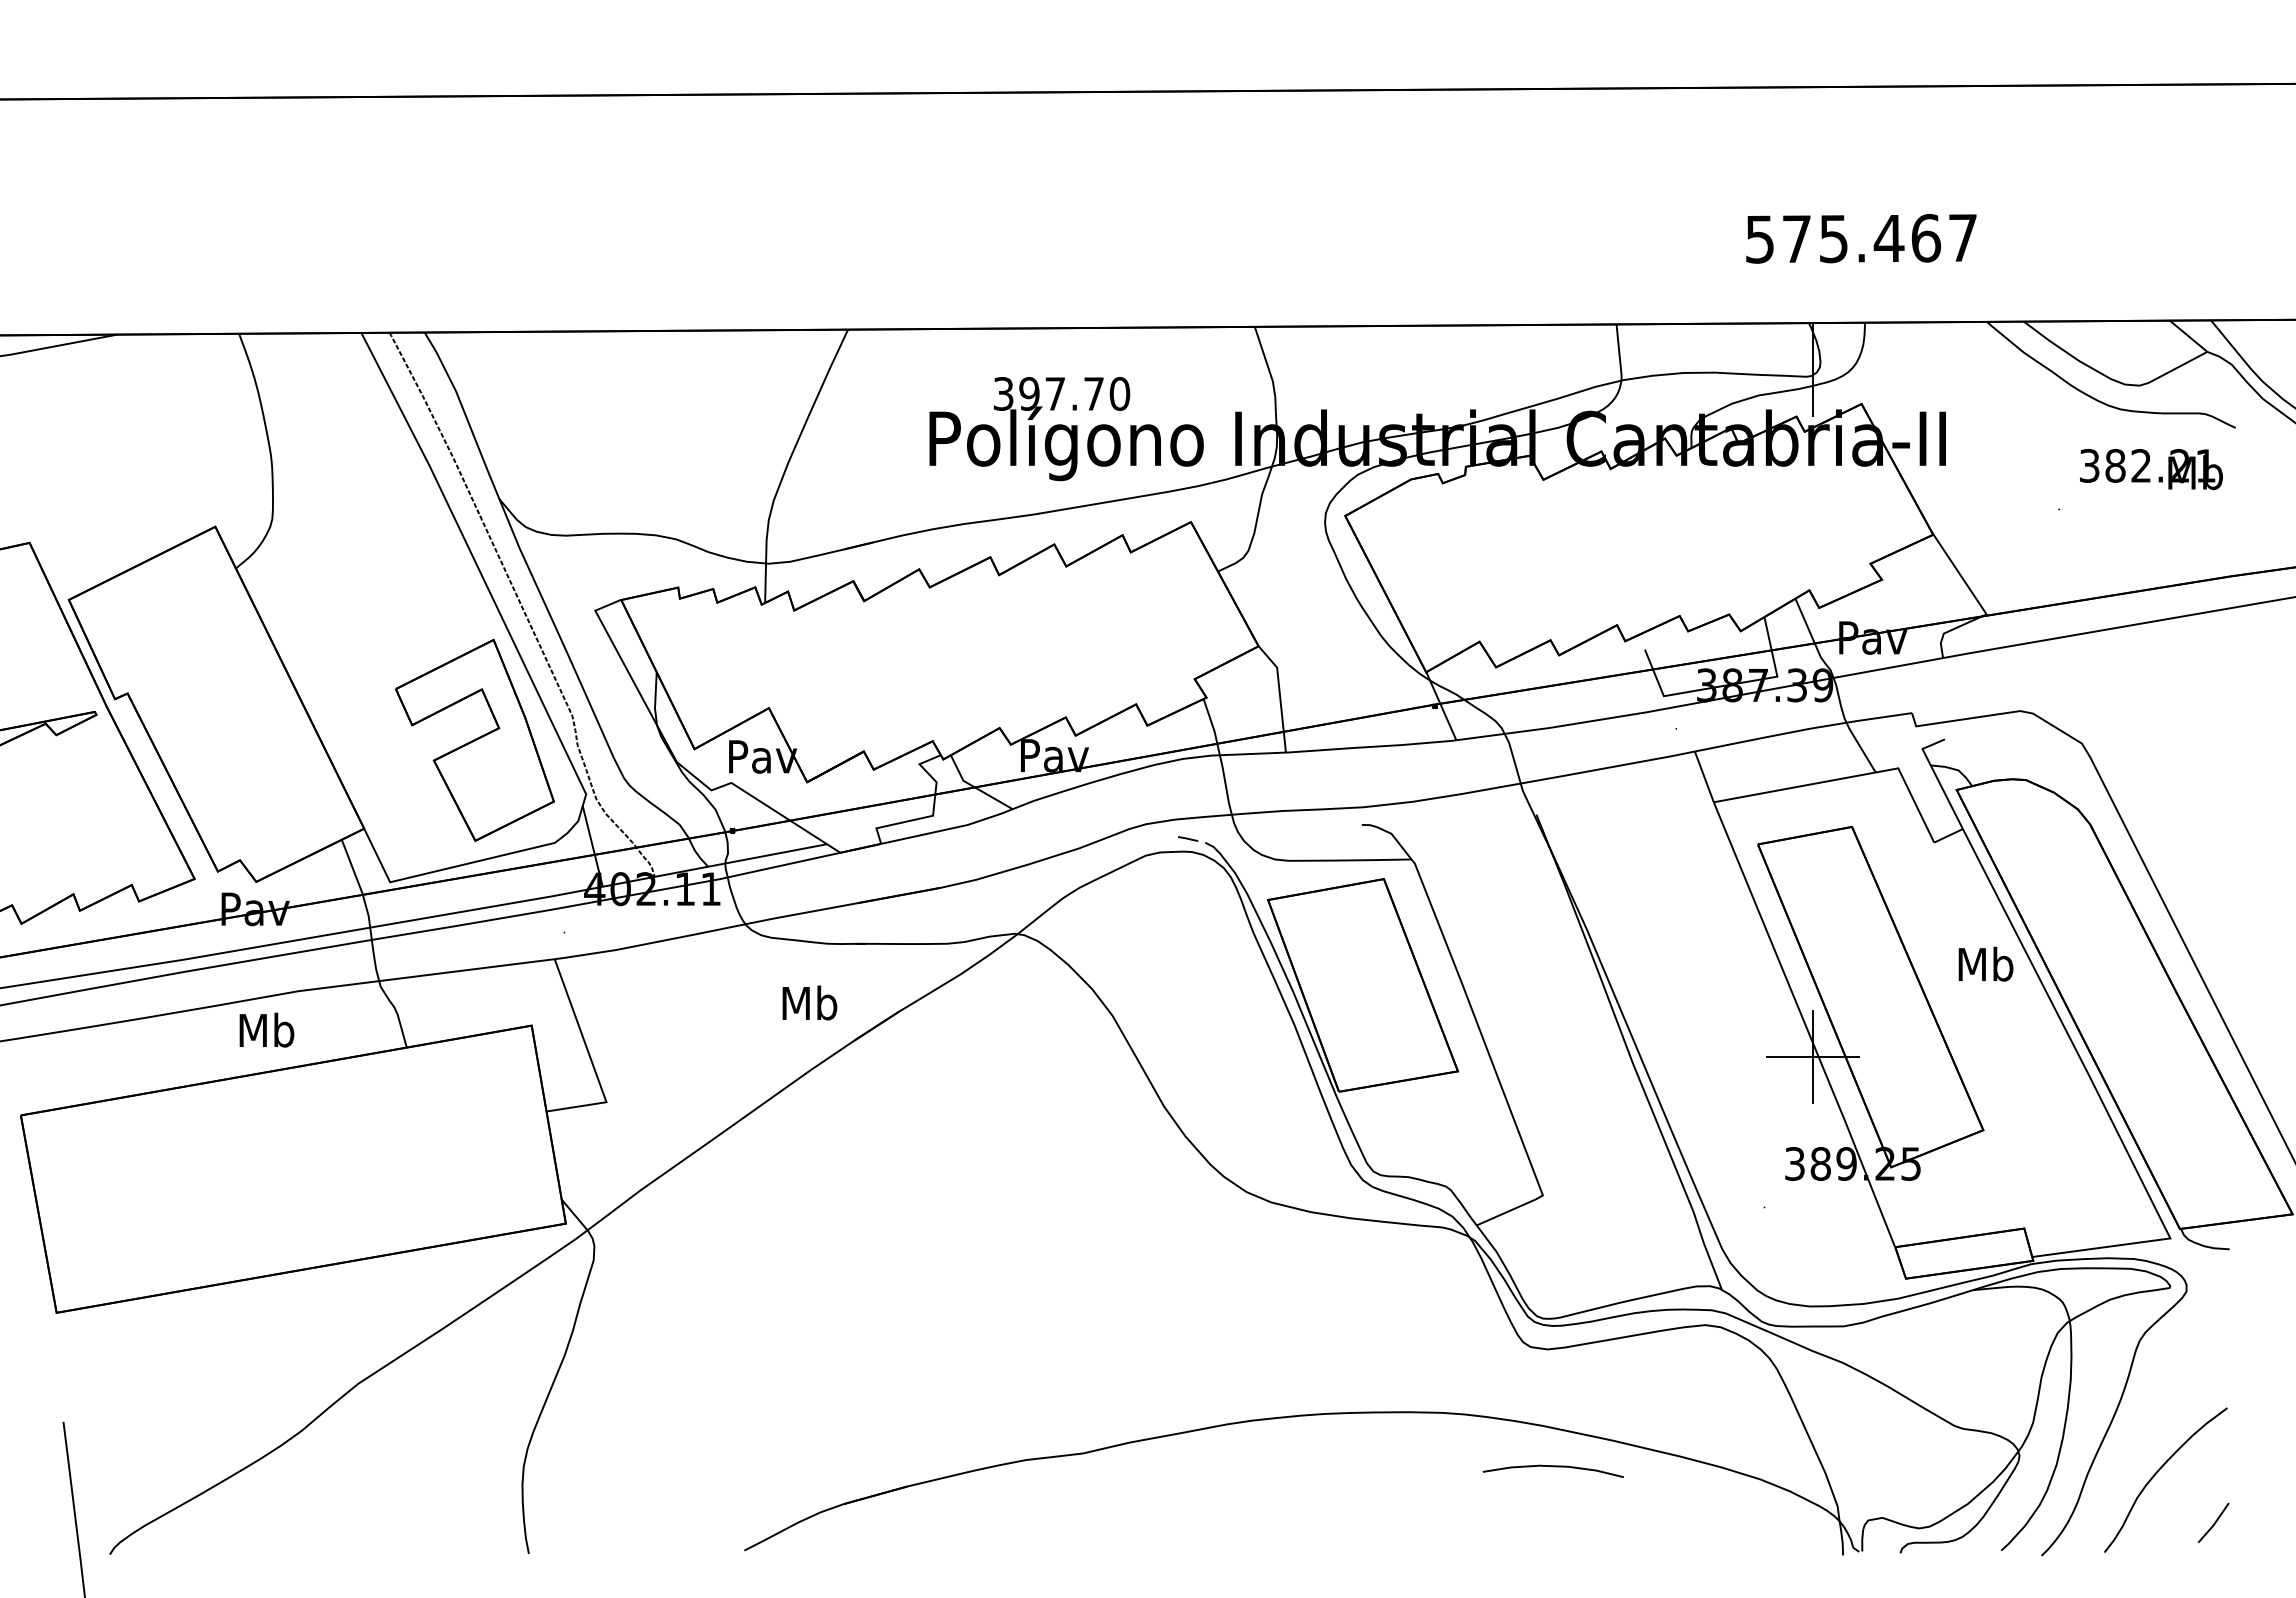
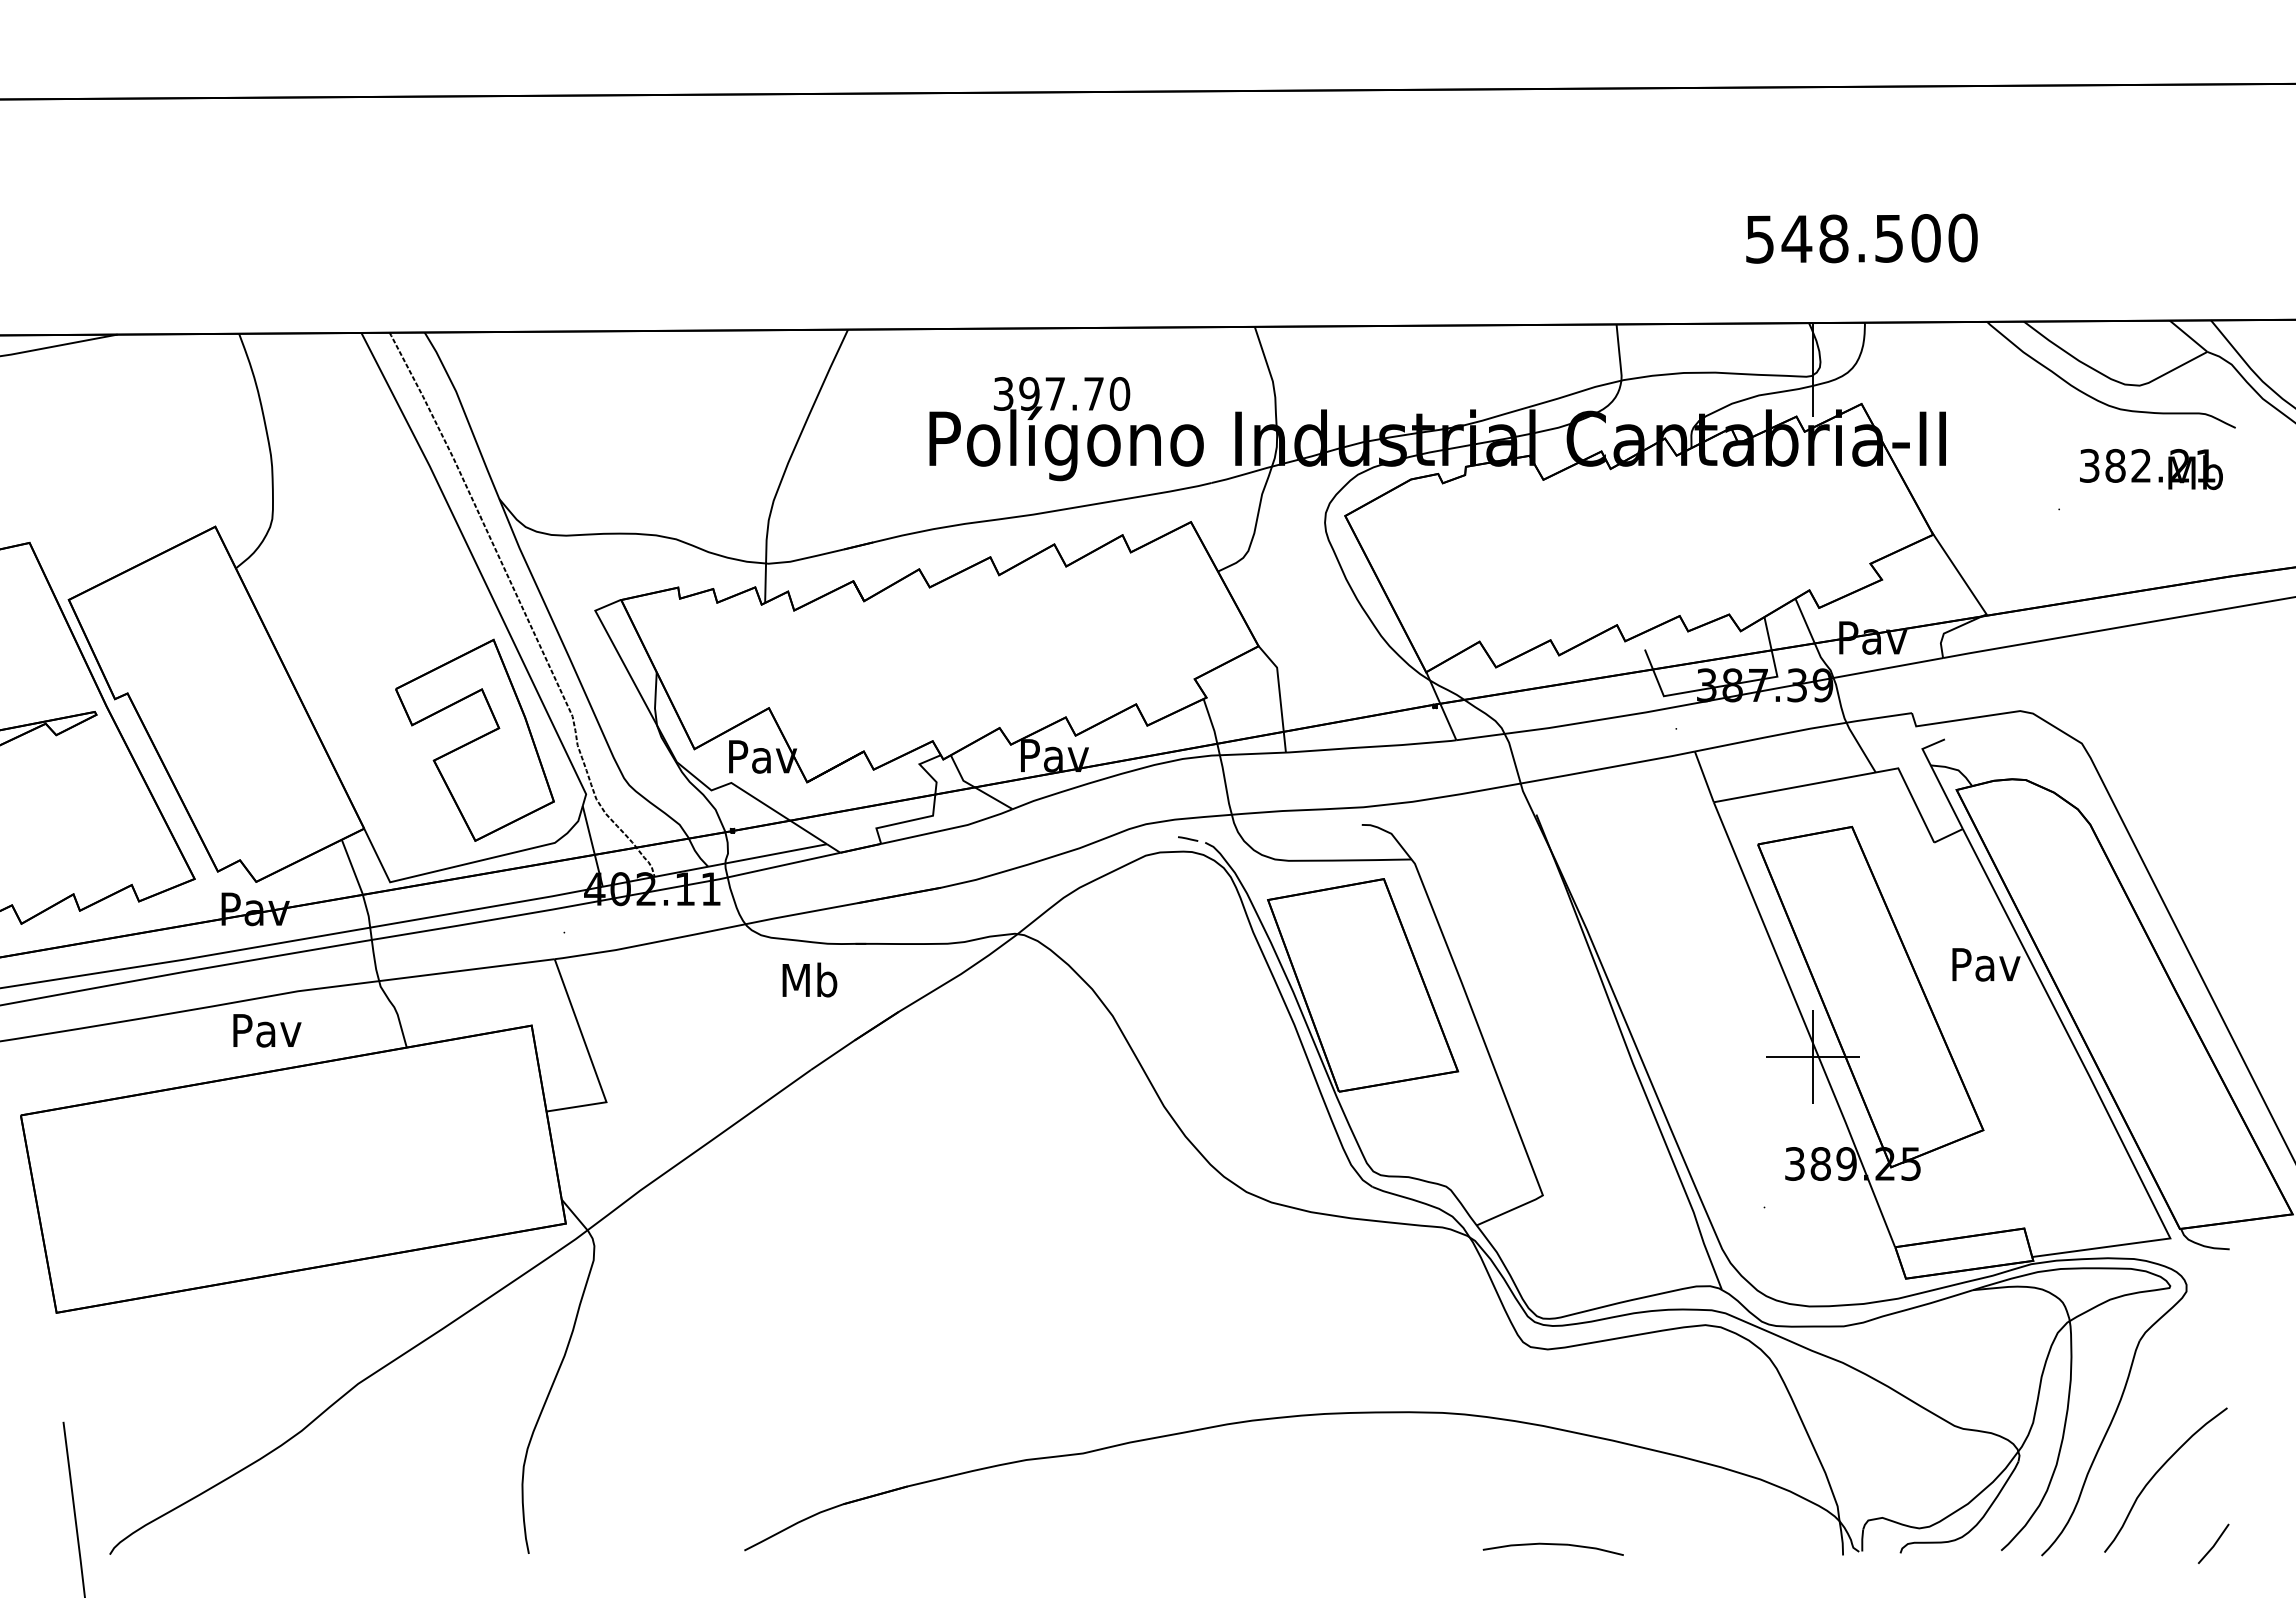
text at (1879, 238): 575.467 -> 548.500
text at (1986, 963): Mb -> Pav
text at (809, 1002) position: (809, 1002) -> (809, 979)
text at (267, 1029): Mb -> Pav
part at (1552, 1470) position: (1552, 1470) -> (1552, 1548)
line at (2214, 1522) position: (2214, 1522) -> (2214, 1543)
